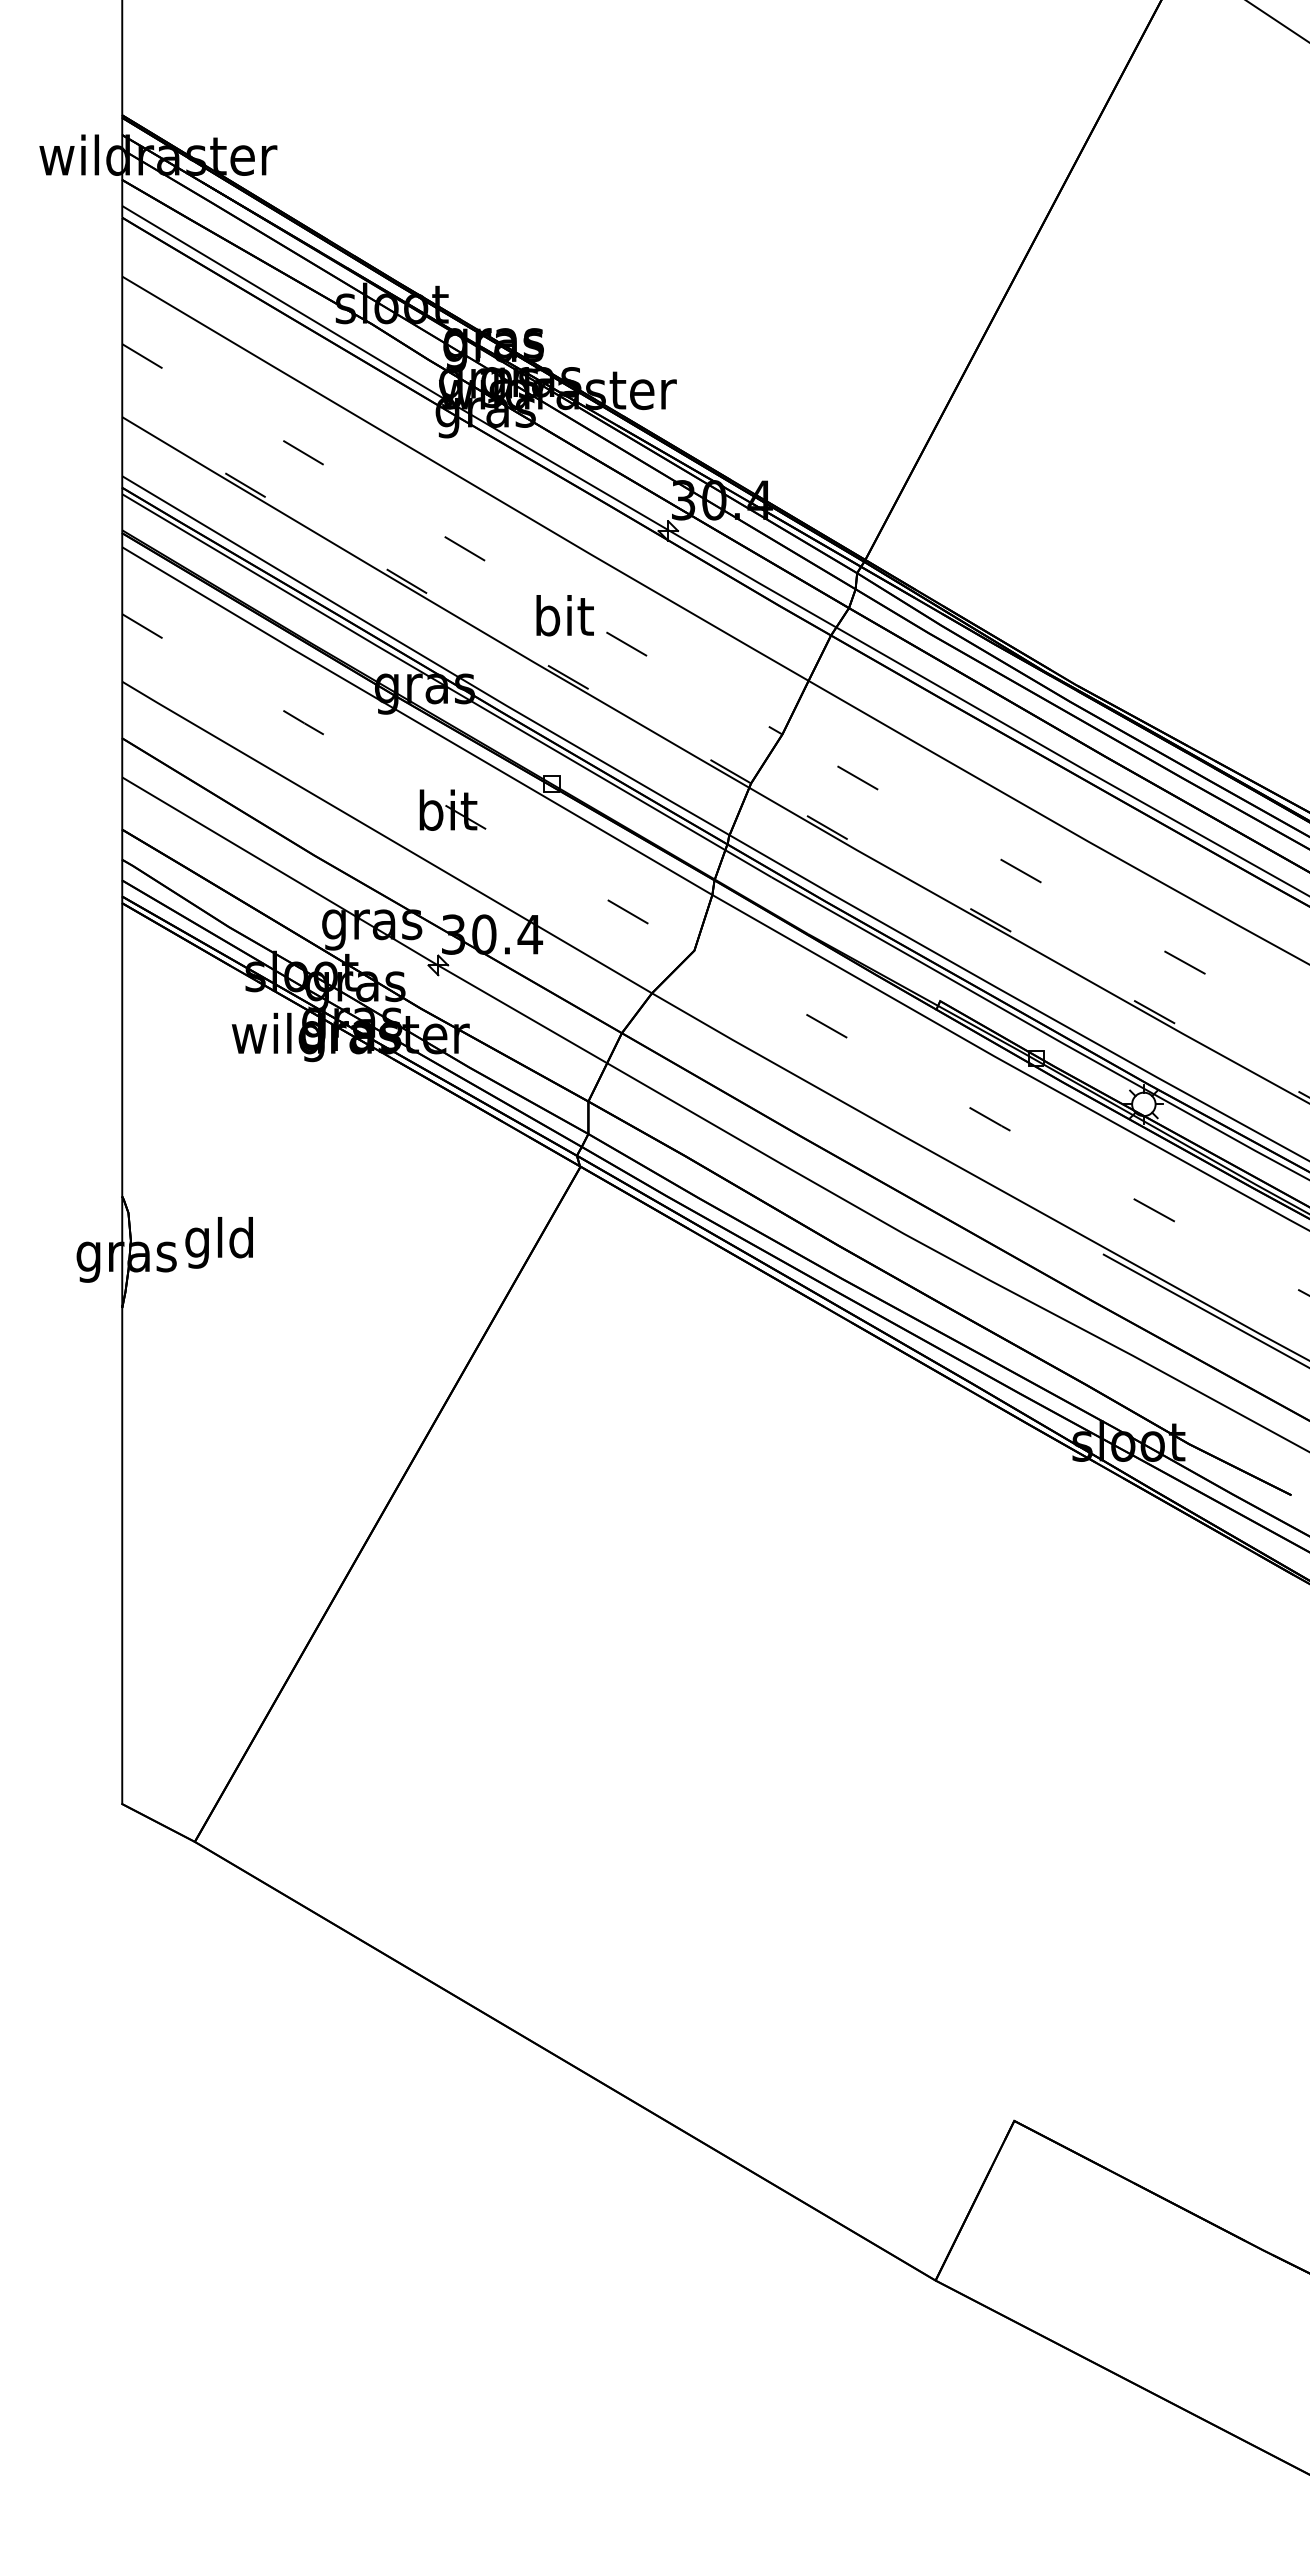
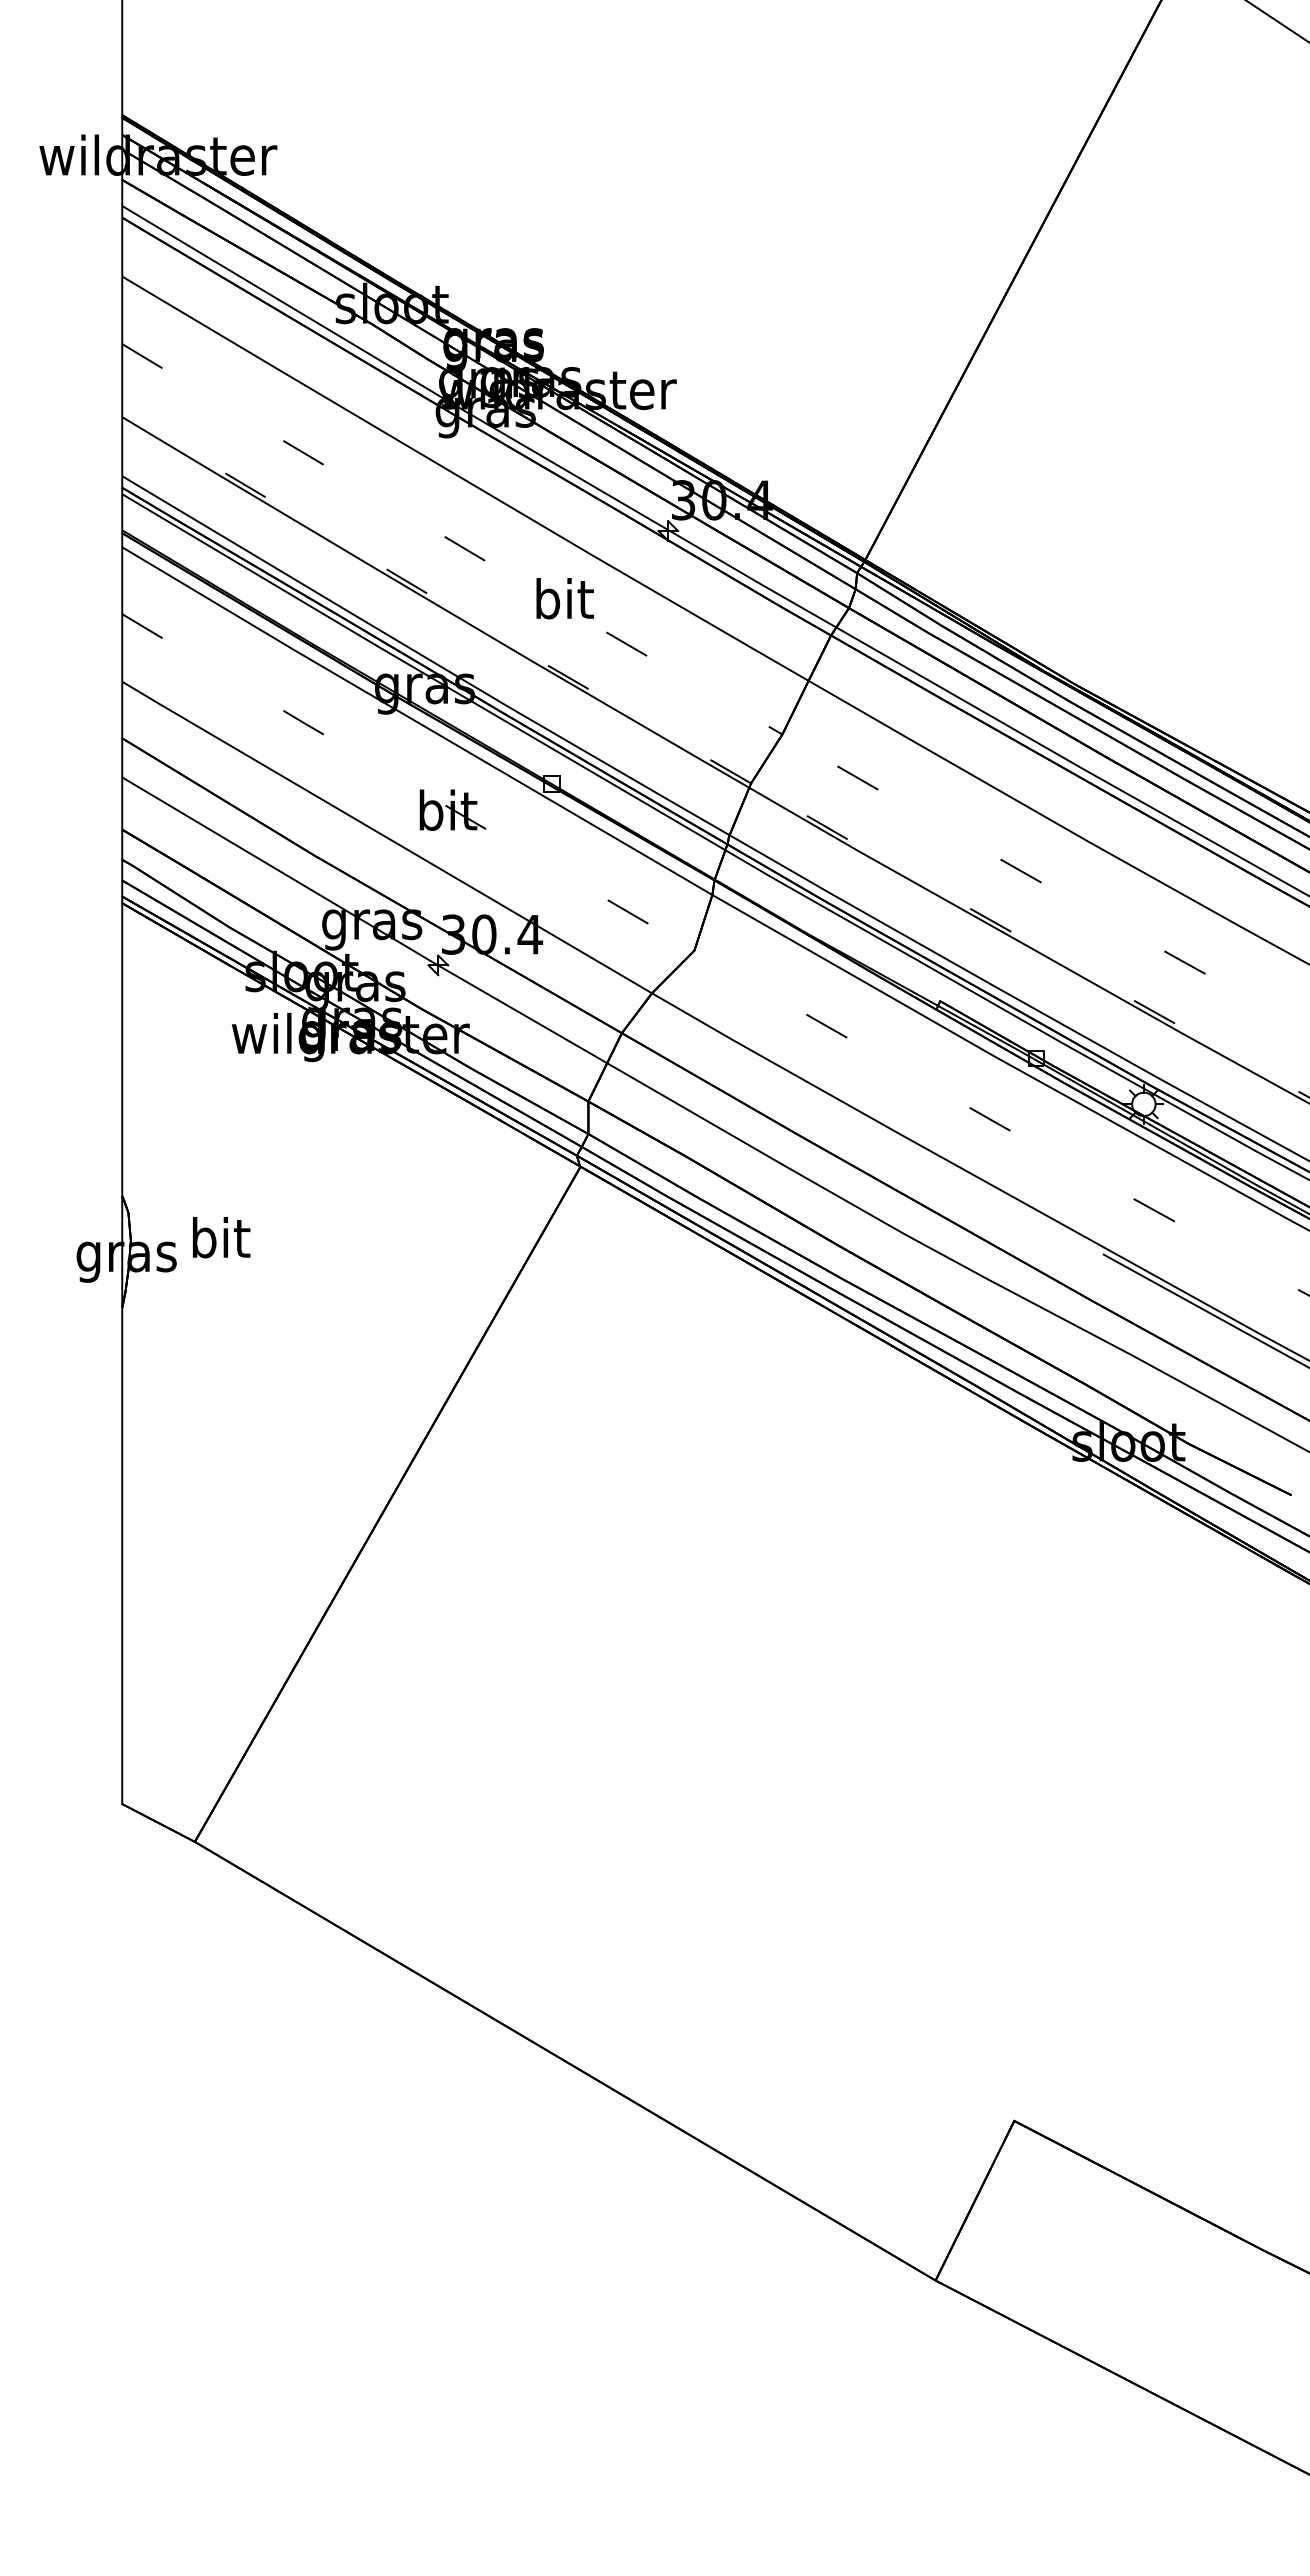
text at (564, 615) position: (564, 615) -> (564, 598)
text at (218, 1242): gld -> bit
